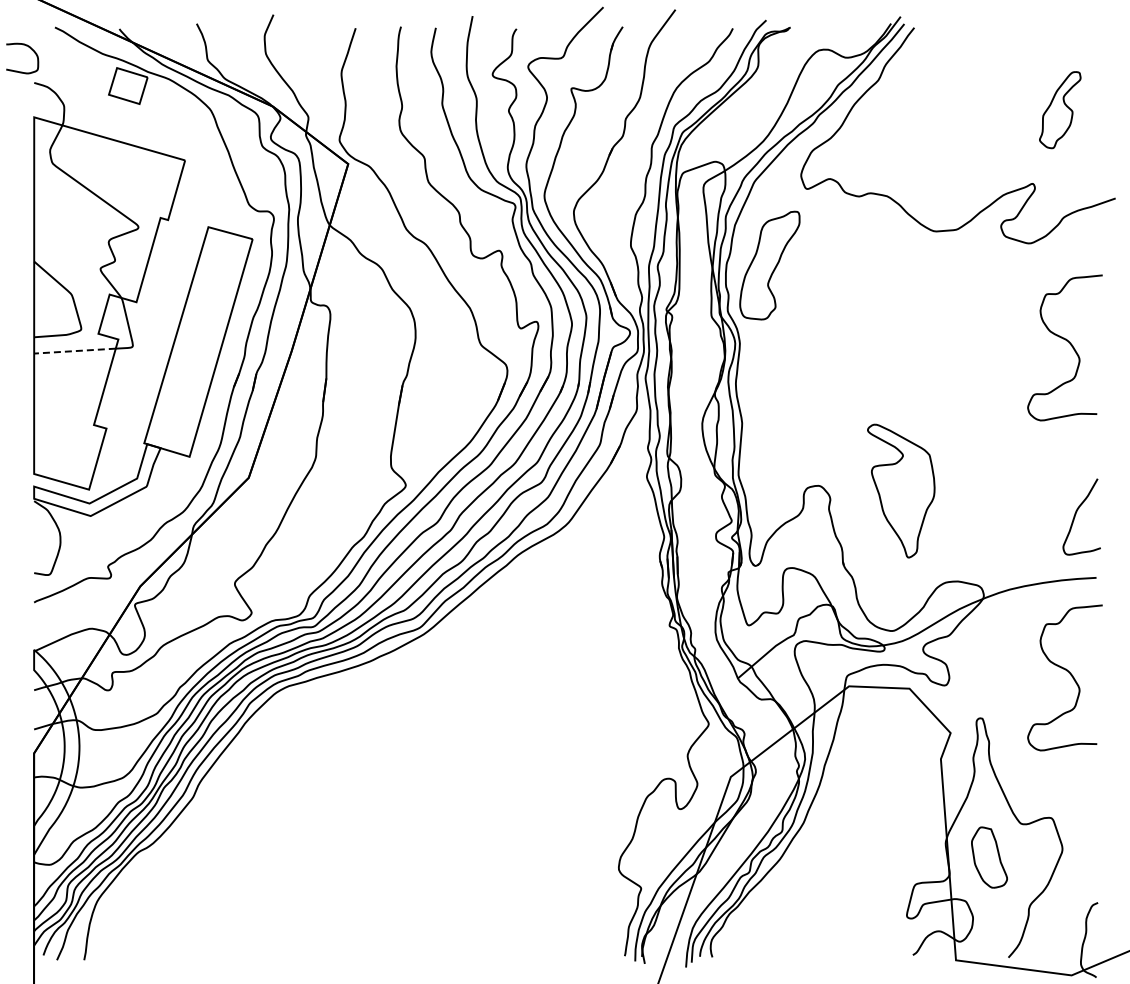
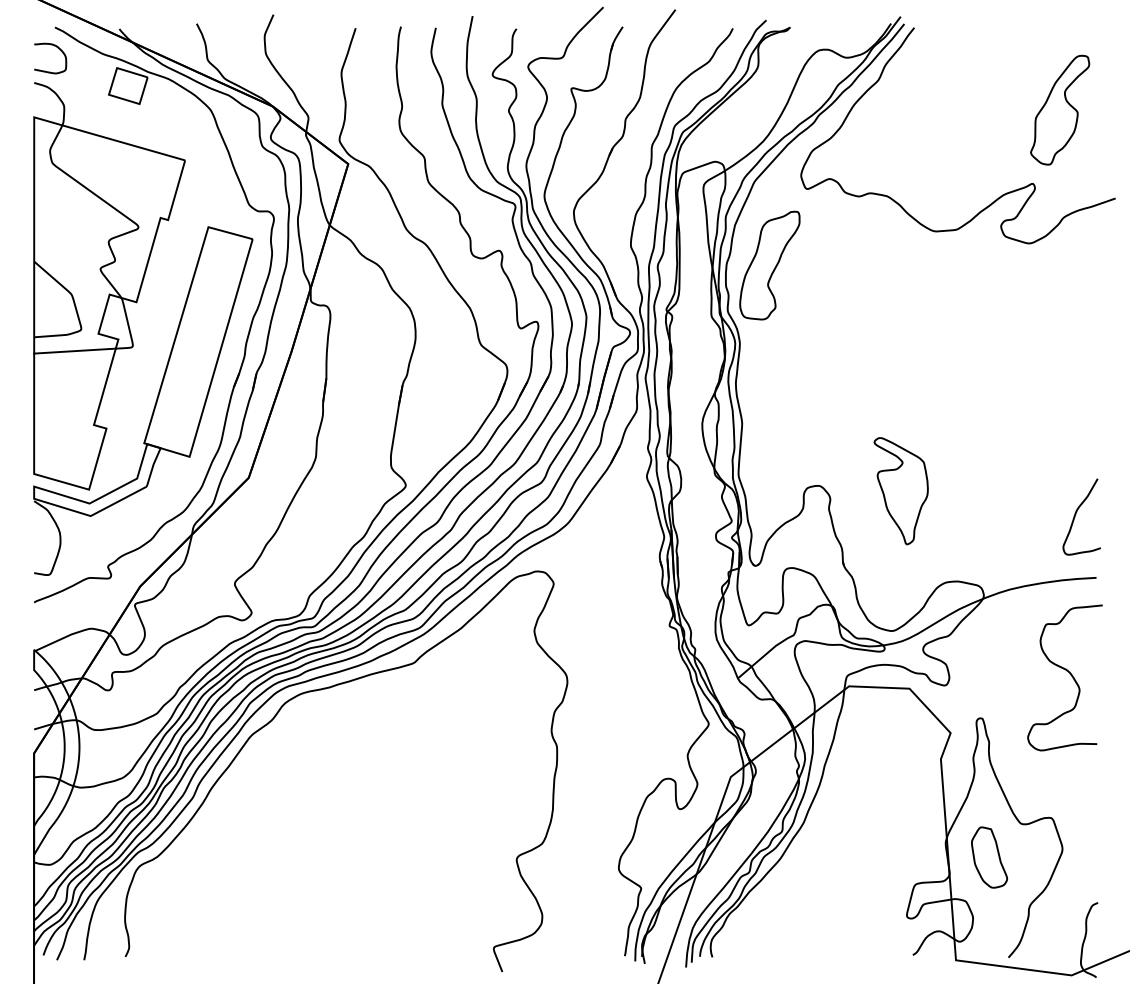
curve at (30, 49) position: (30, 49) -> (58, 49)
part at (1060, 110) size: 43x79 px -> 61x112 px
curve at (1066, 341): present -> none
line at (74, 351): dashed -> solid
part at (901, 490) size: 69x136 px -> 56x109 px
curve at (326, 689): none -> present
